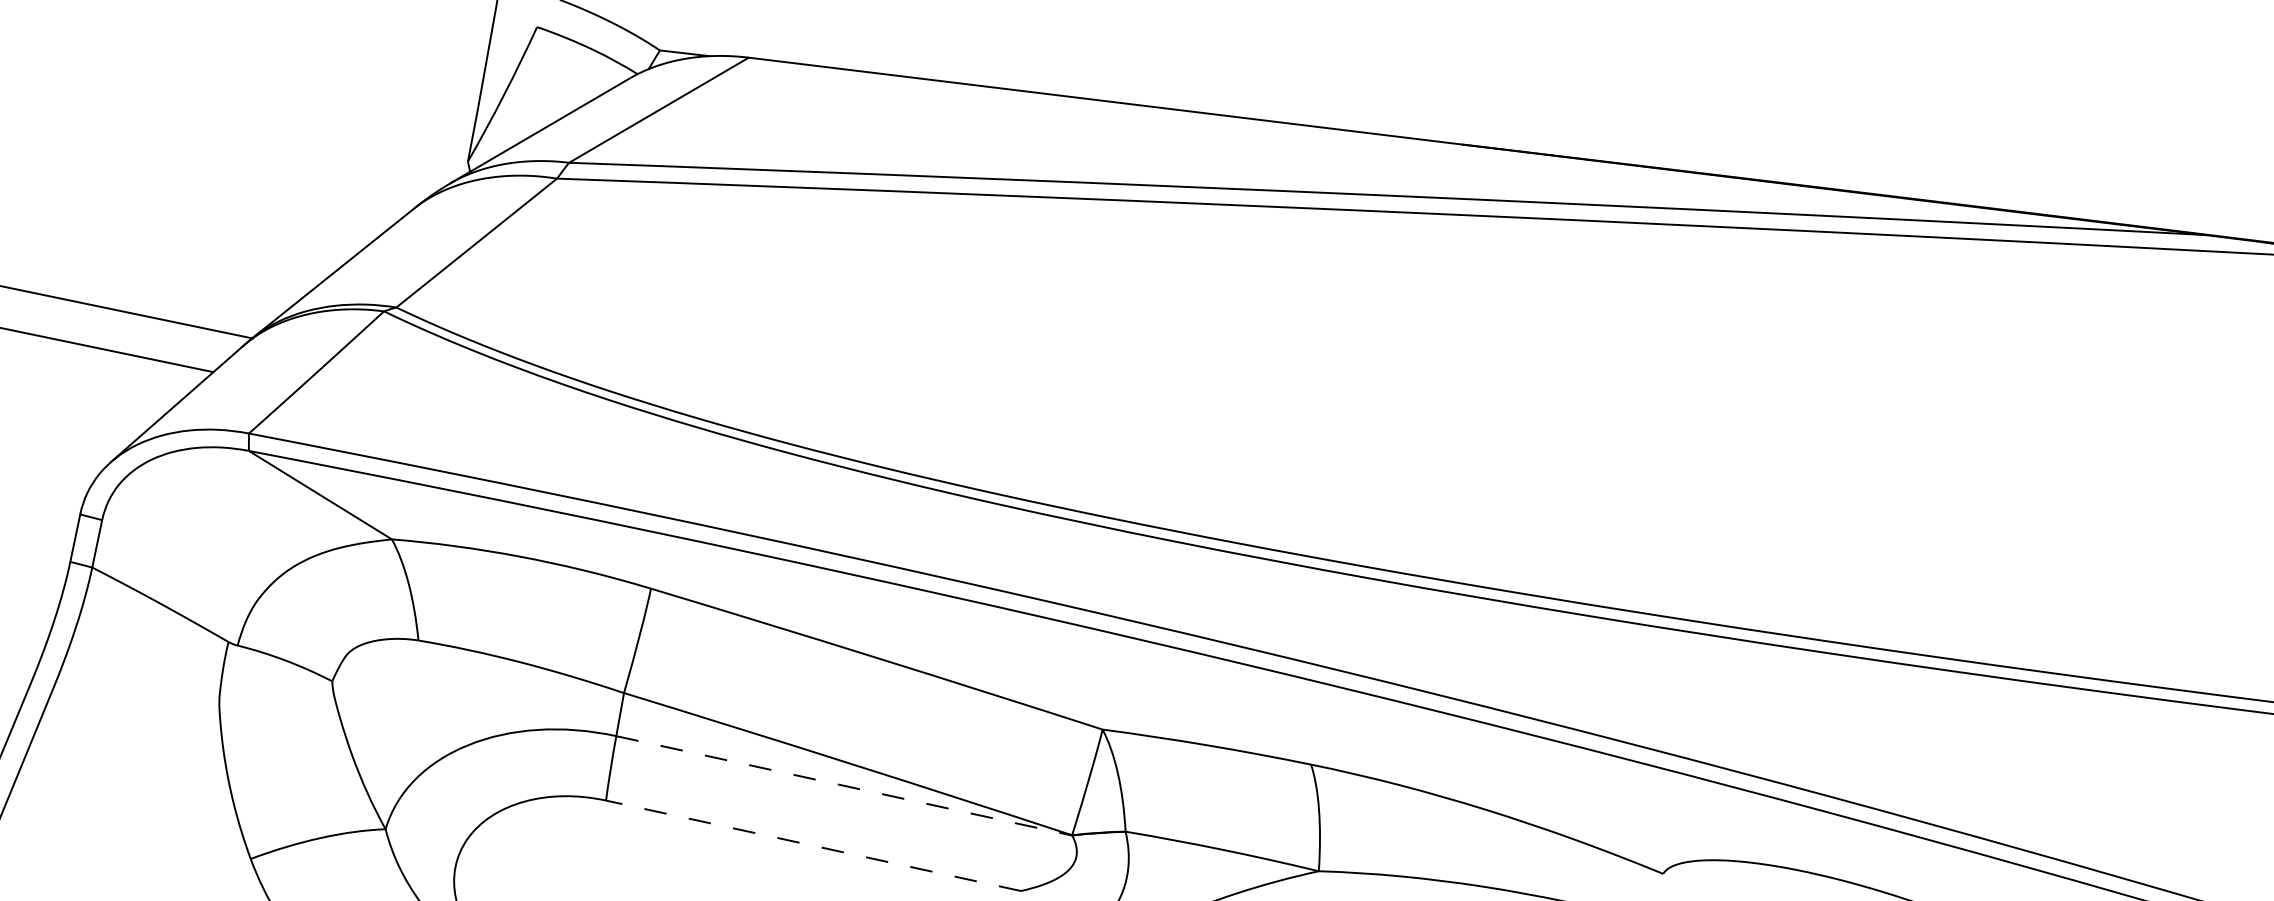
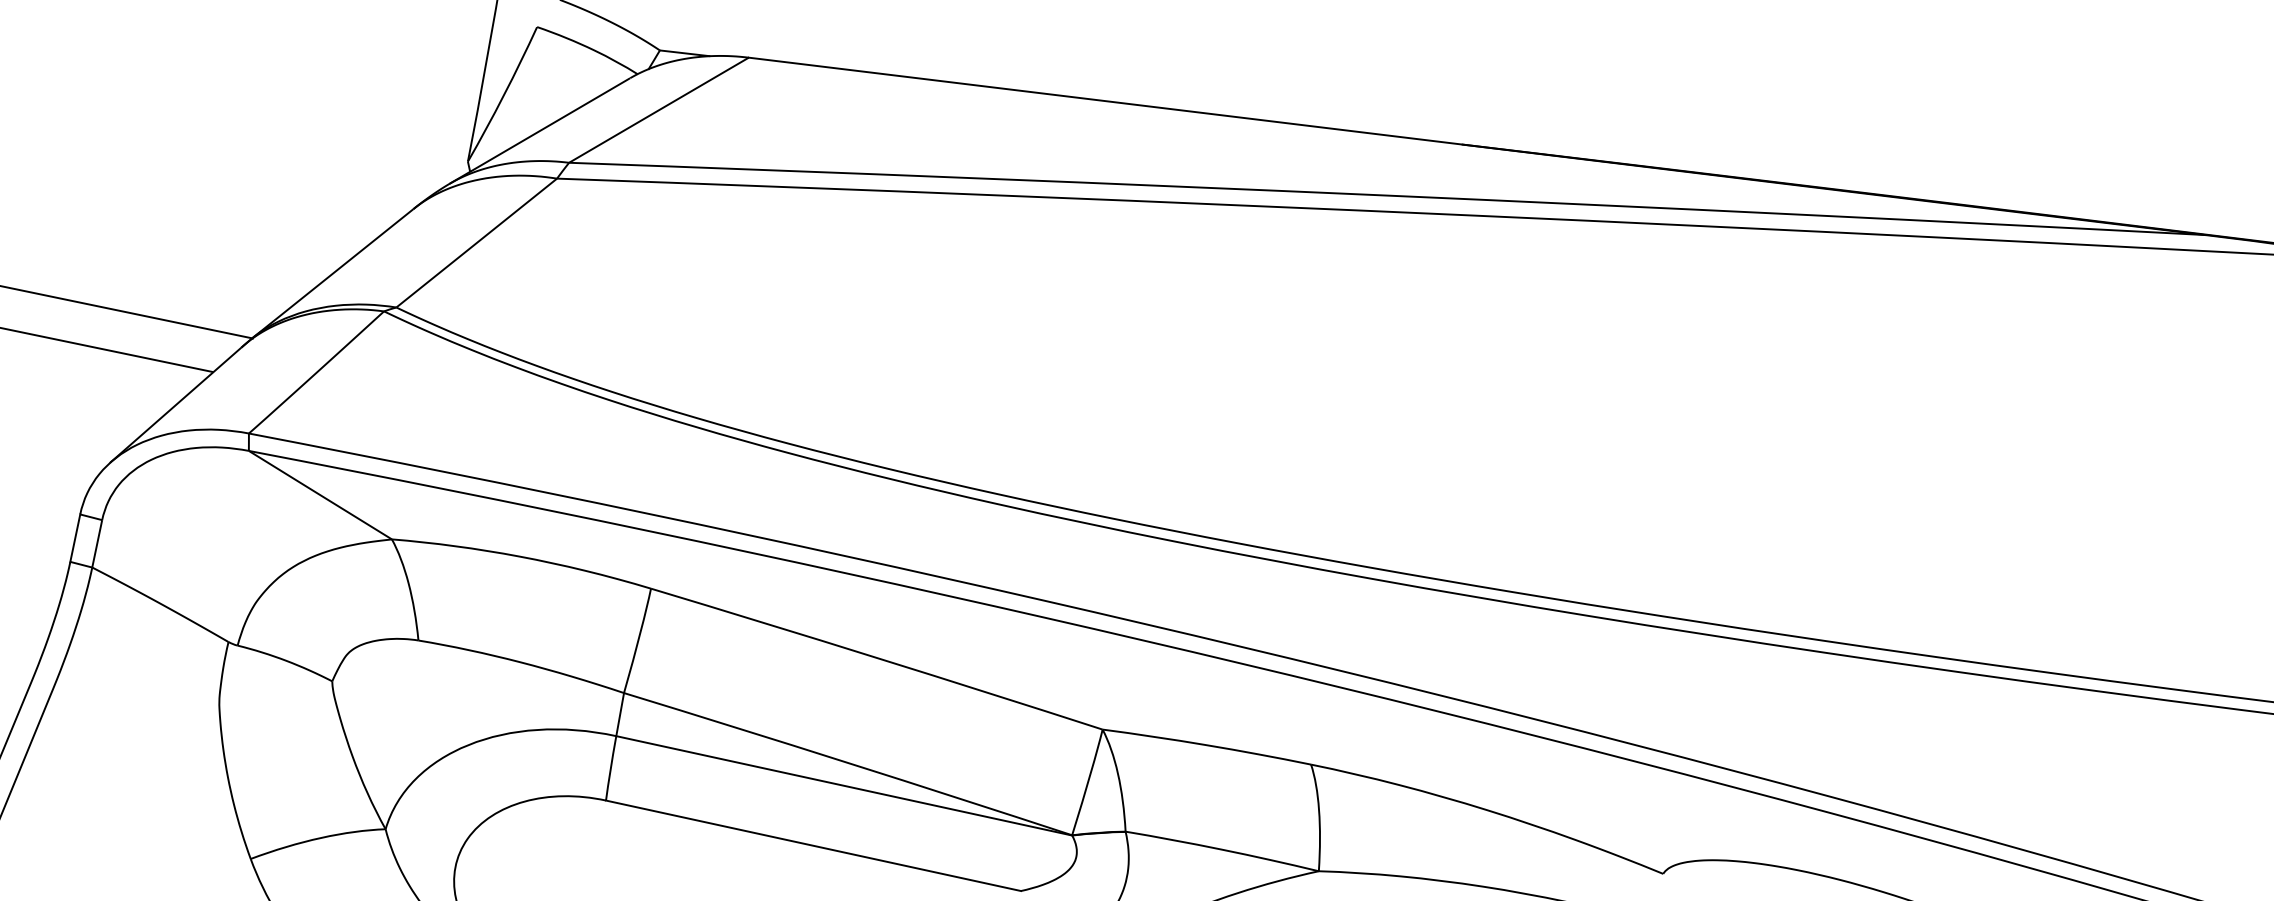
line at (844, 785): dashed -> solid
line at (813, 845): dashed -> solid
